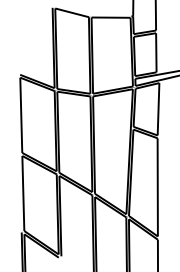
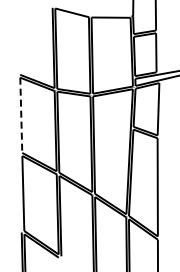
line at (21, 115): solid -> dashed
